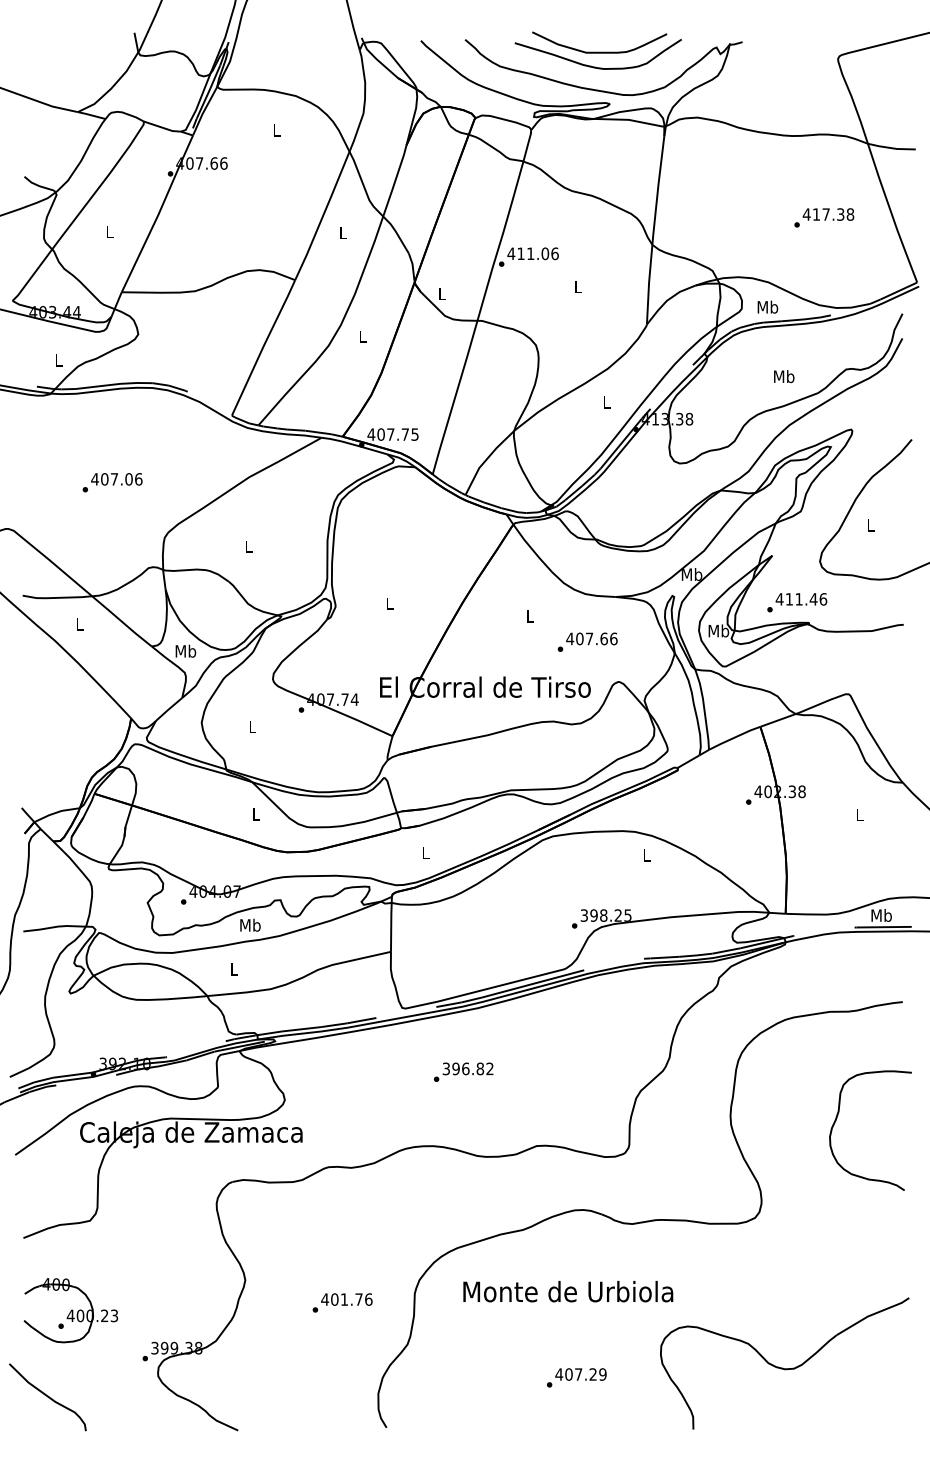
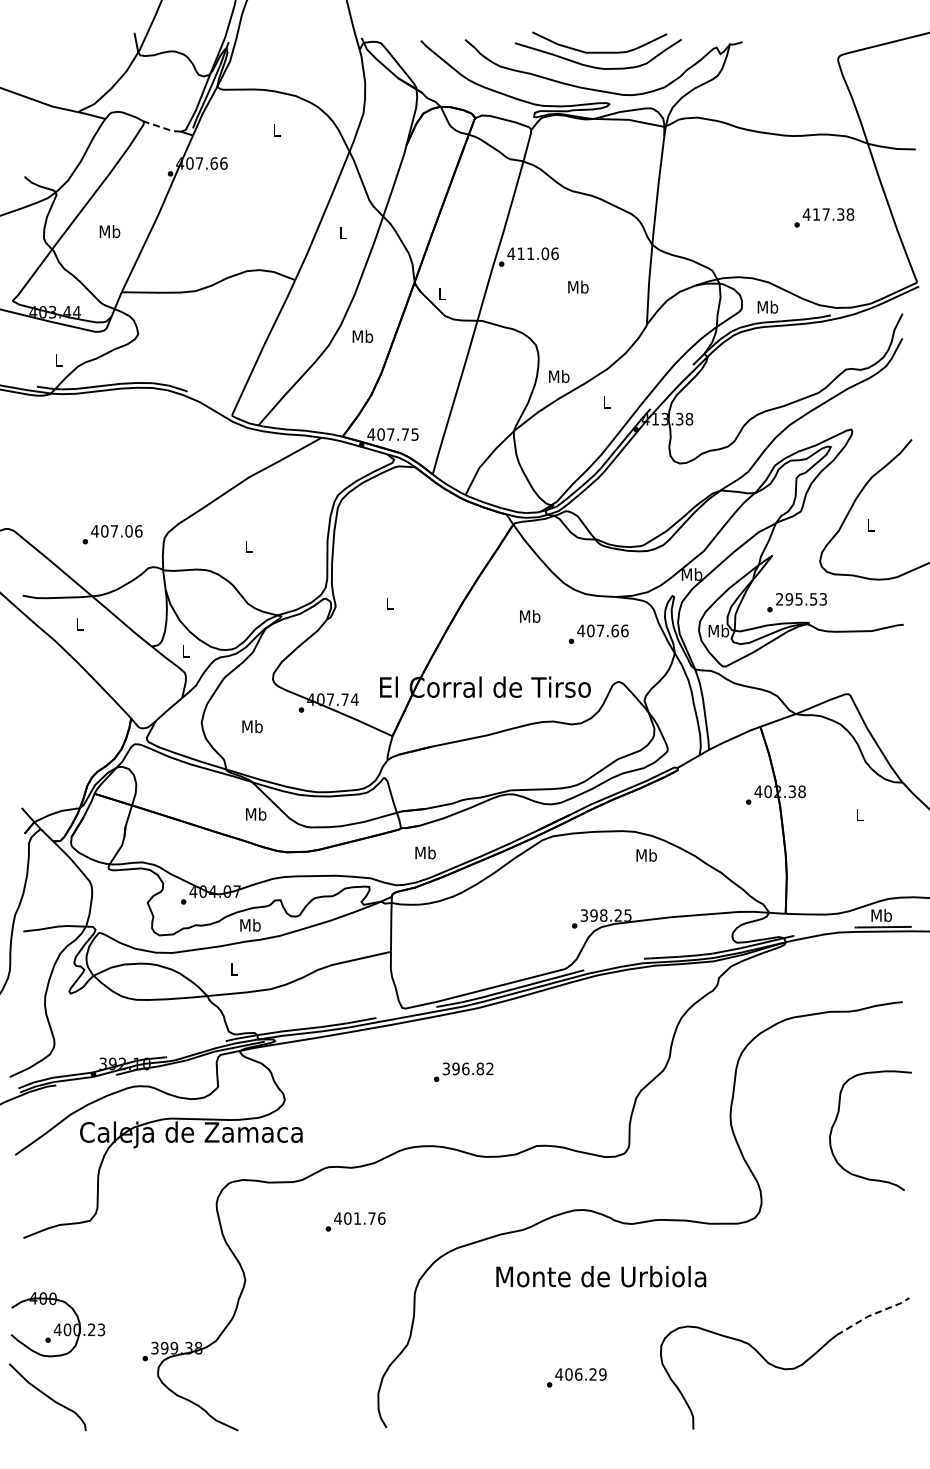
line at (162, 127): solid -> dashed
text at (109, 231): L -> Mb
text at (578, 286): L -> Mb
text at (362, 336): L -> Mb
text at (784, 376) position: (784, 376) -> (559, 376)
text at (112, 482) position: (112, 482) -> (112, 534)
text at (801, 599): 411.46 -> 295.53
text at (530, 615): L -> Mb
text at (587, 641) position: (587, 641) -> (598, 633)
text at (185, 650): Mb -> L
text at (252, 726): L -> Mb
text at (256, 813): L -> Mb
text at (425, 852): L -> Mb
text at (646, 854): L -> Mb
text at (568, 1291) position: (568, 1291) -> (601, 1276)
text at (342, 1302) position: (342, 1302) -> (355, 1221)
part at (70, 1310) position: (70, 1310) -> (57, 1324)
line at (872, 1314): solid -> dashed
text at (578, 1374): 407.29 -> 406.29
